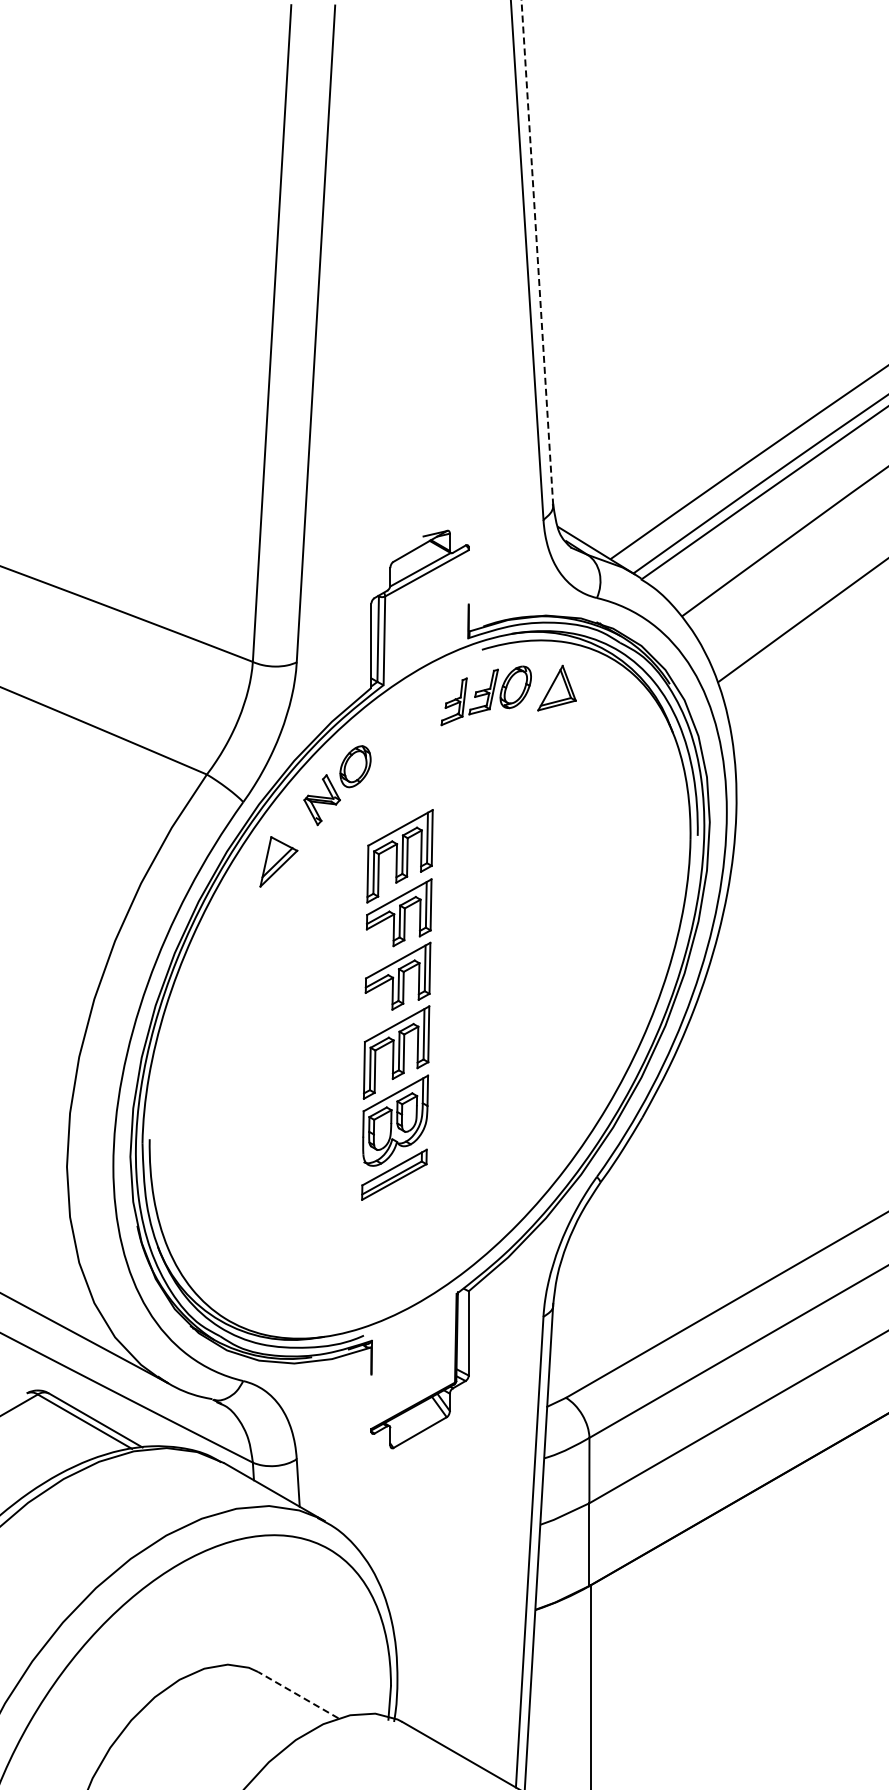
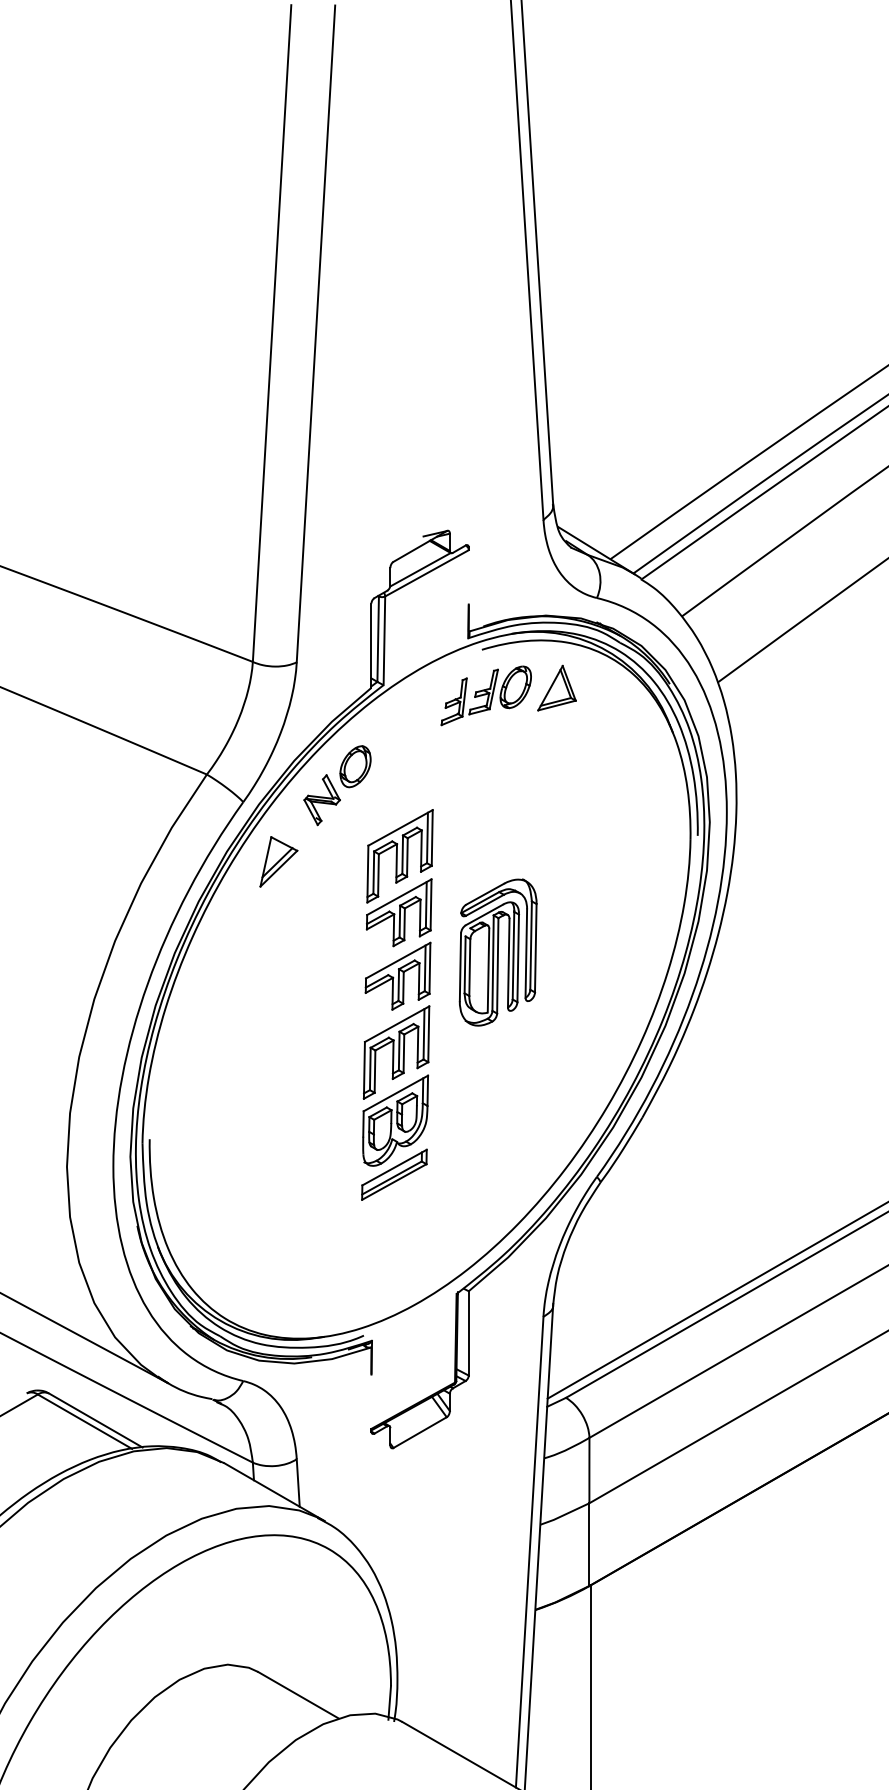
line at (537, 252): dashed -> solid
part at (497, 952): none -> present
line at (716, 1300): none -> present
line at (297, 1694): dashed -> solid
